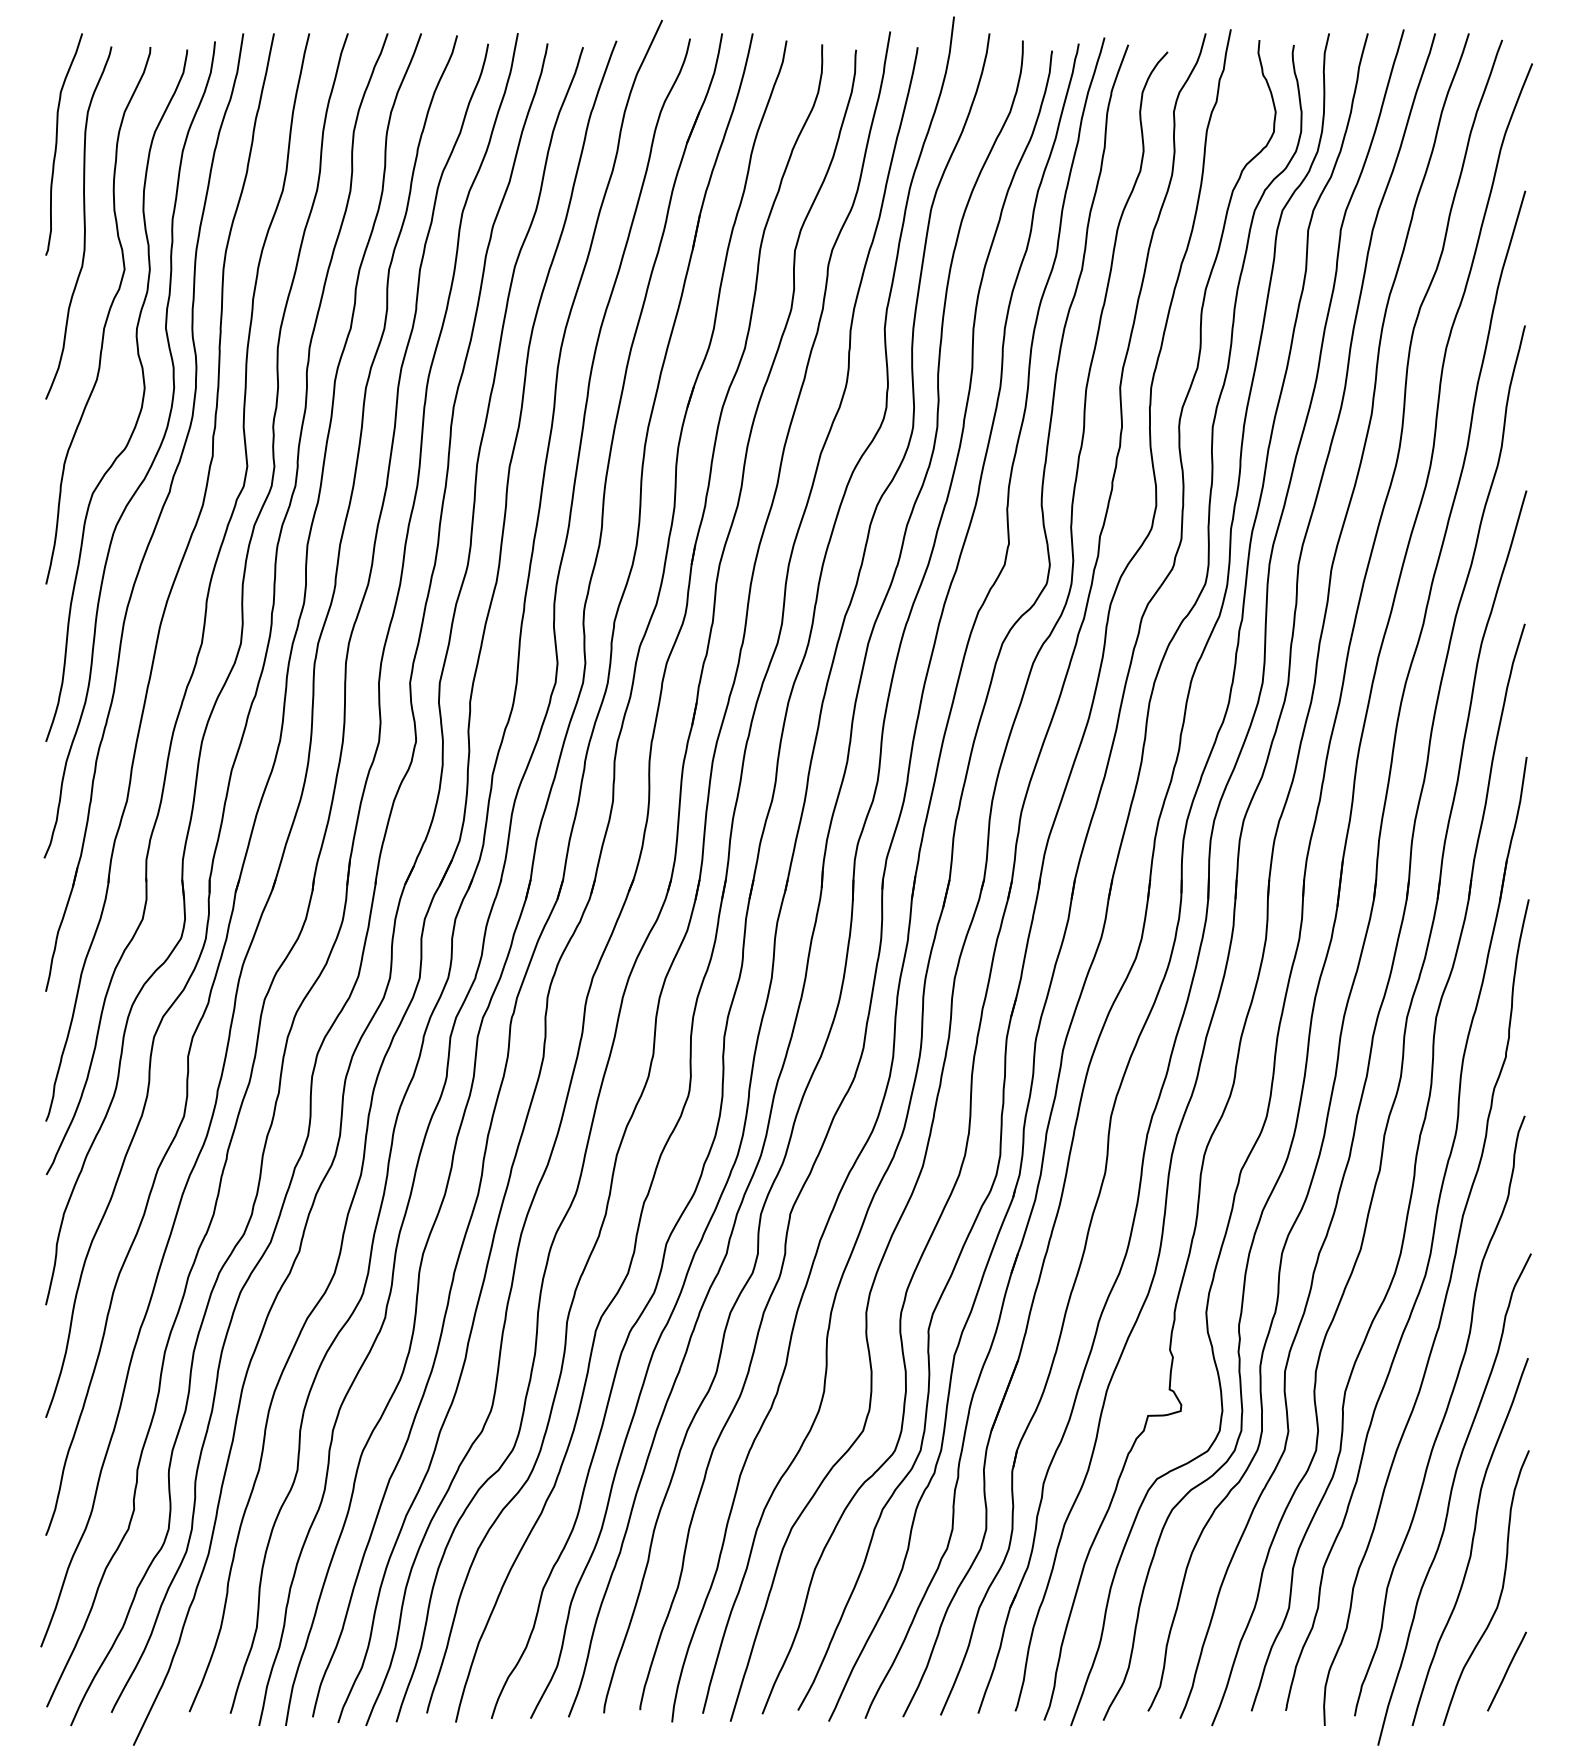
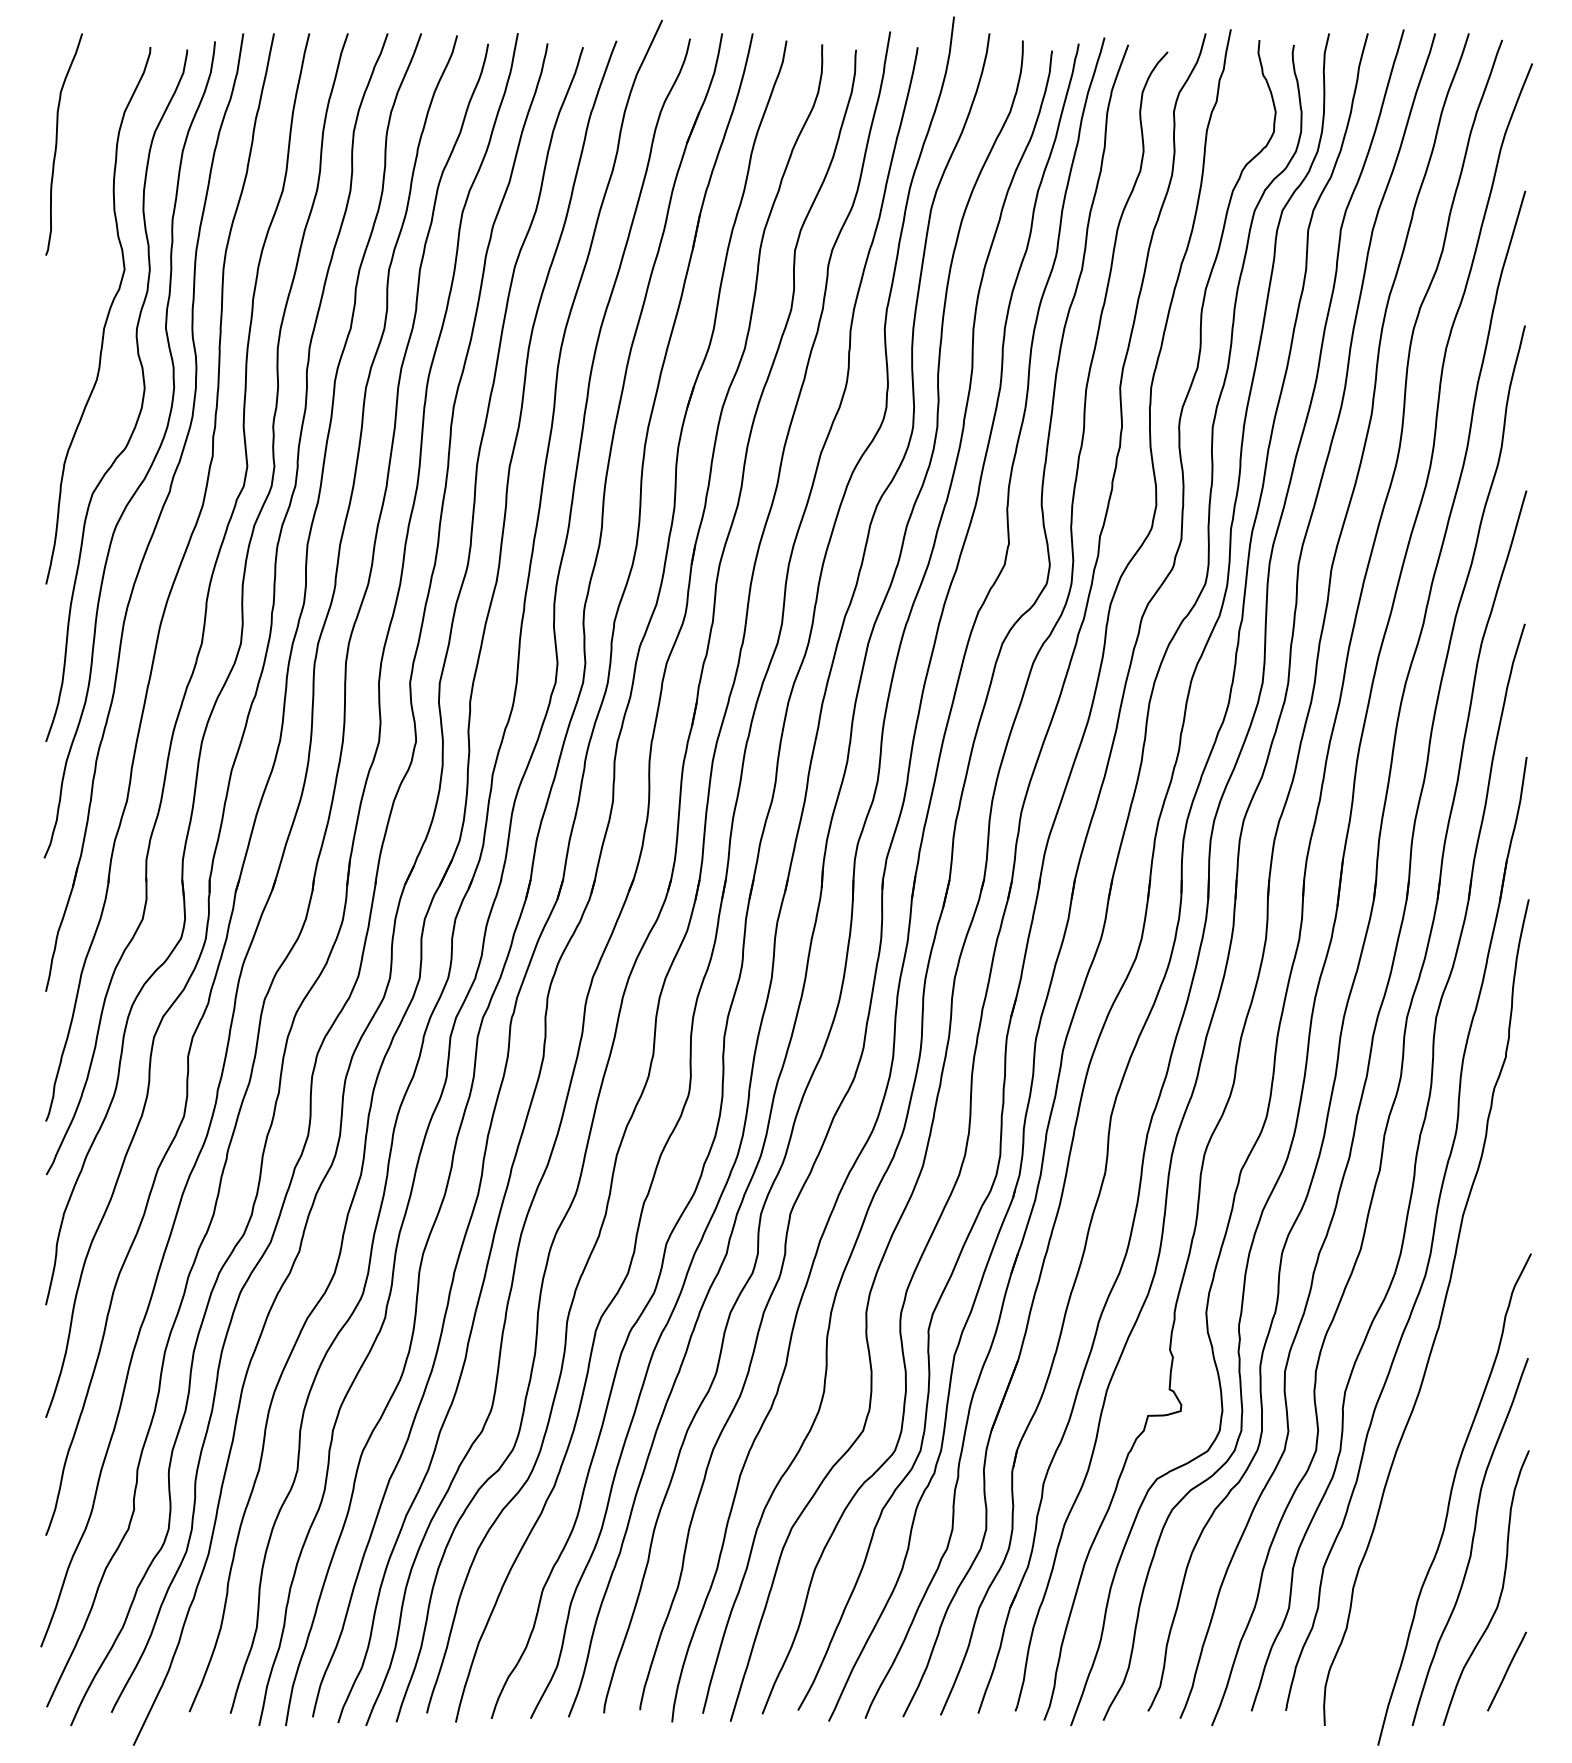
curve at (83, 222): present -> none
curve at (1443, 1415): present -> none
